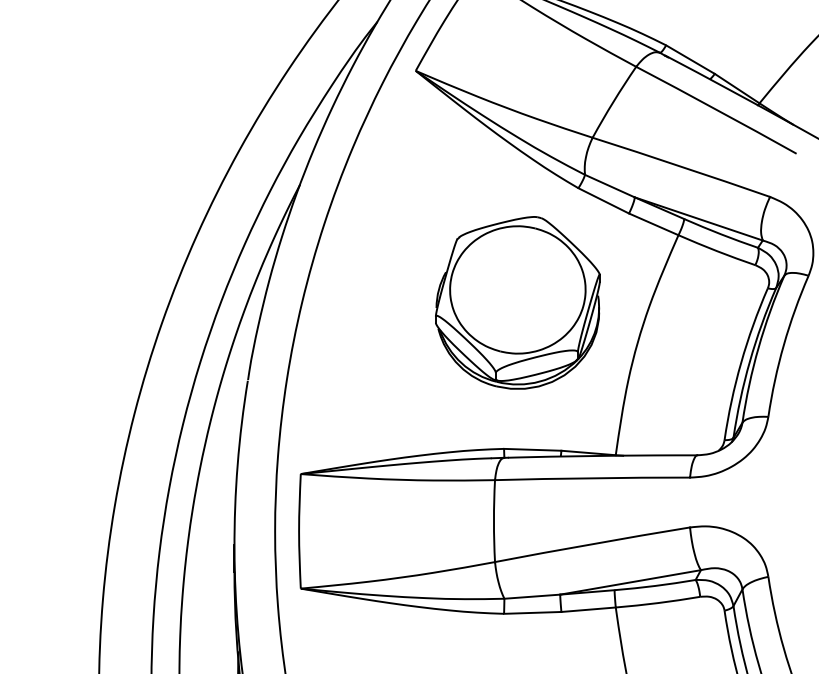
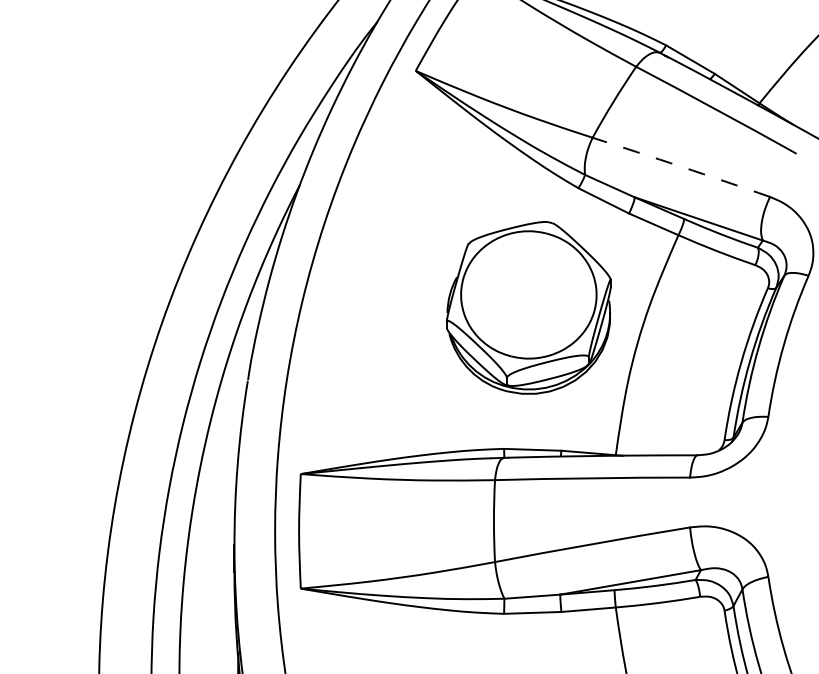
arc at (681, 166): solid -> dashed
part at (517, 302) position: (517, 302) -> (528, 307)
